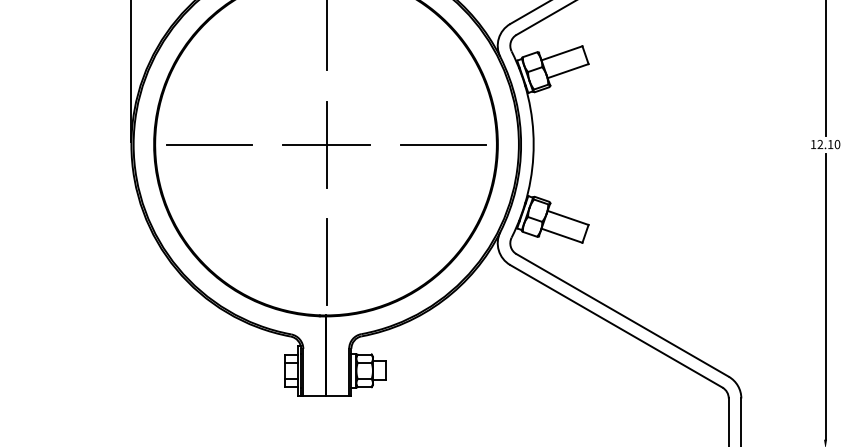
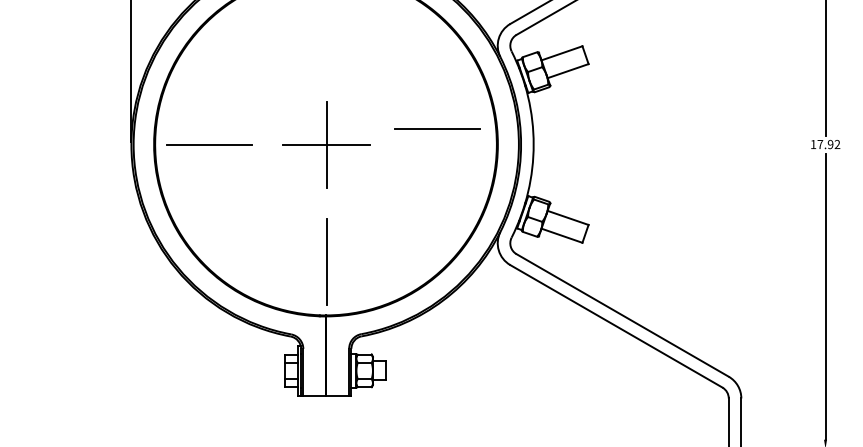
line at (326, 36): present -> none
line at (443, 144) position: (443, 144) -> (437, 128)
text at (828, 144): 12.10 -> 17.92
